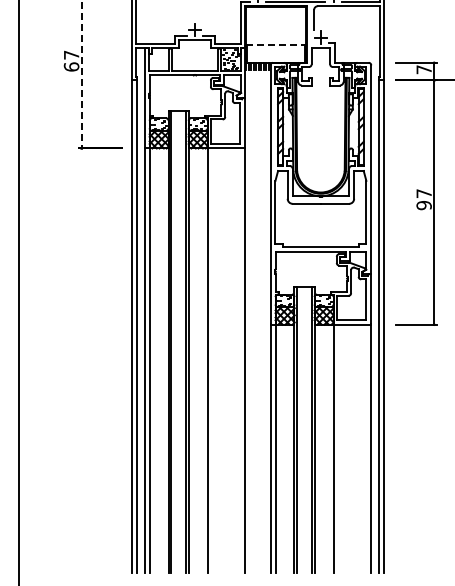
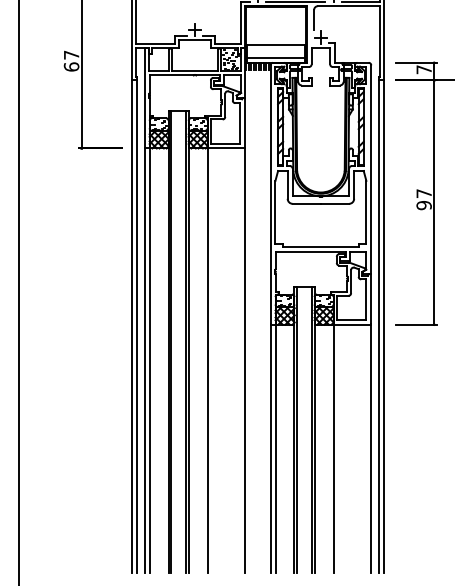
line at (276, 45): dashed -> solid
line at (276, 57): none -> present
line at (81, 74): dashed -> solid
